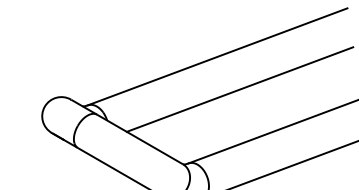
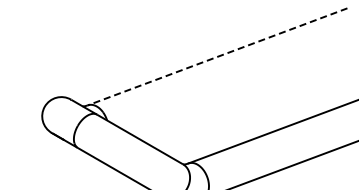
line at (217, 56): solid -> dashed
line at (239, 89): present -> none
